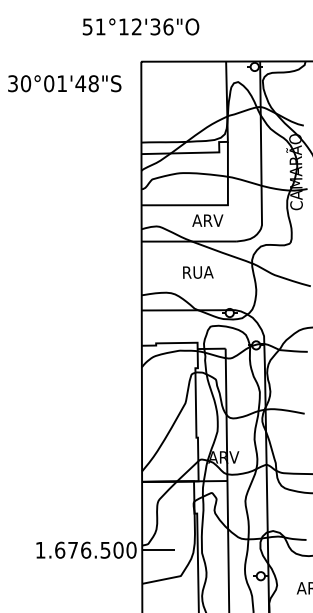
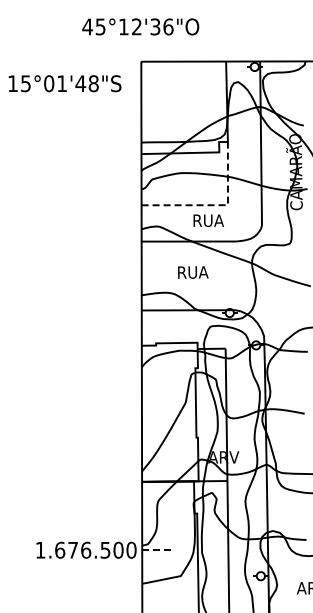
text at (93, 26): 51°12'36"O -> 45°12'36"O
text at (19, 83): 30°01'48"S -> 15°01'48"S
line at (217, 205): solid -> dashed
text at (207, 220): ARV -> RUA
text at (198, 272) position: (198, 272) -> (193, 272)
line at (158, 550): solid -> dashed
